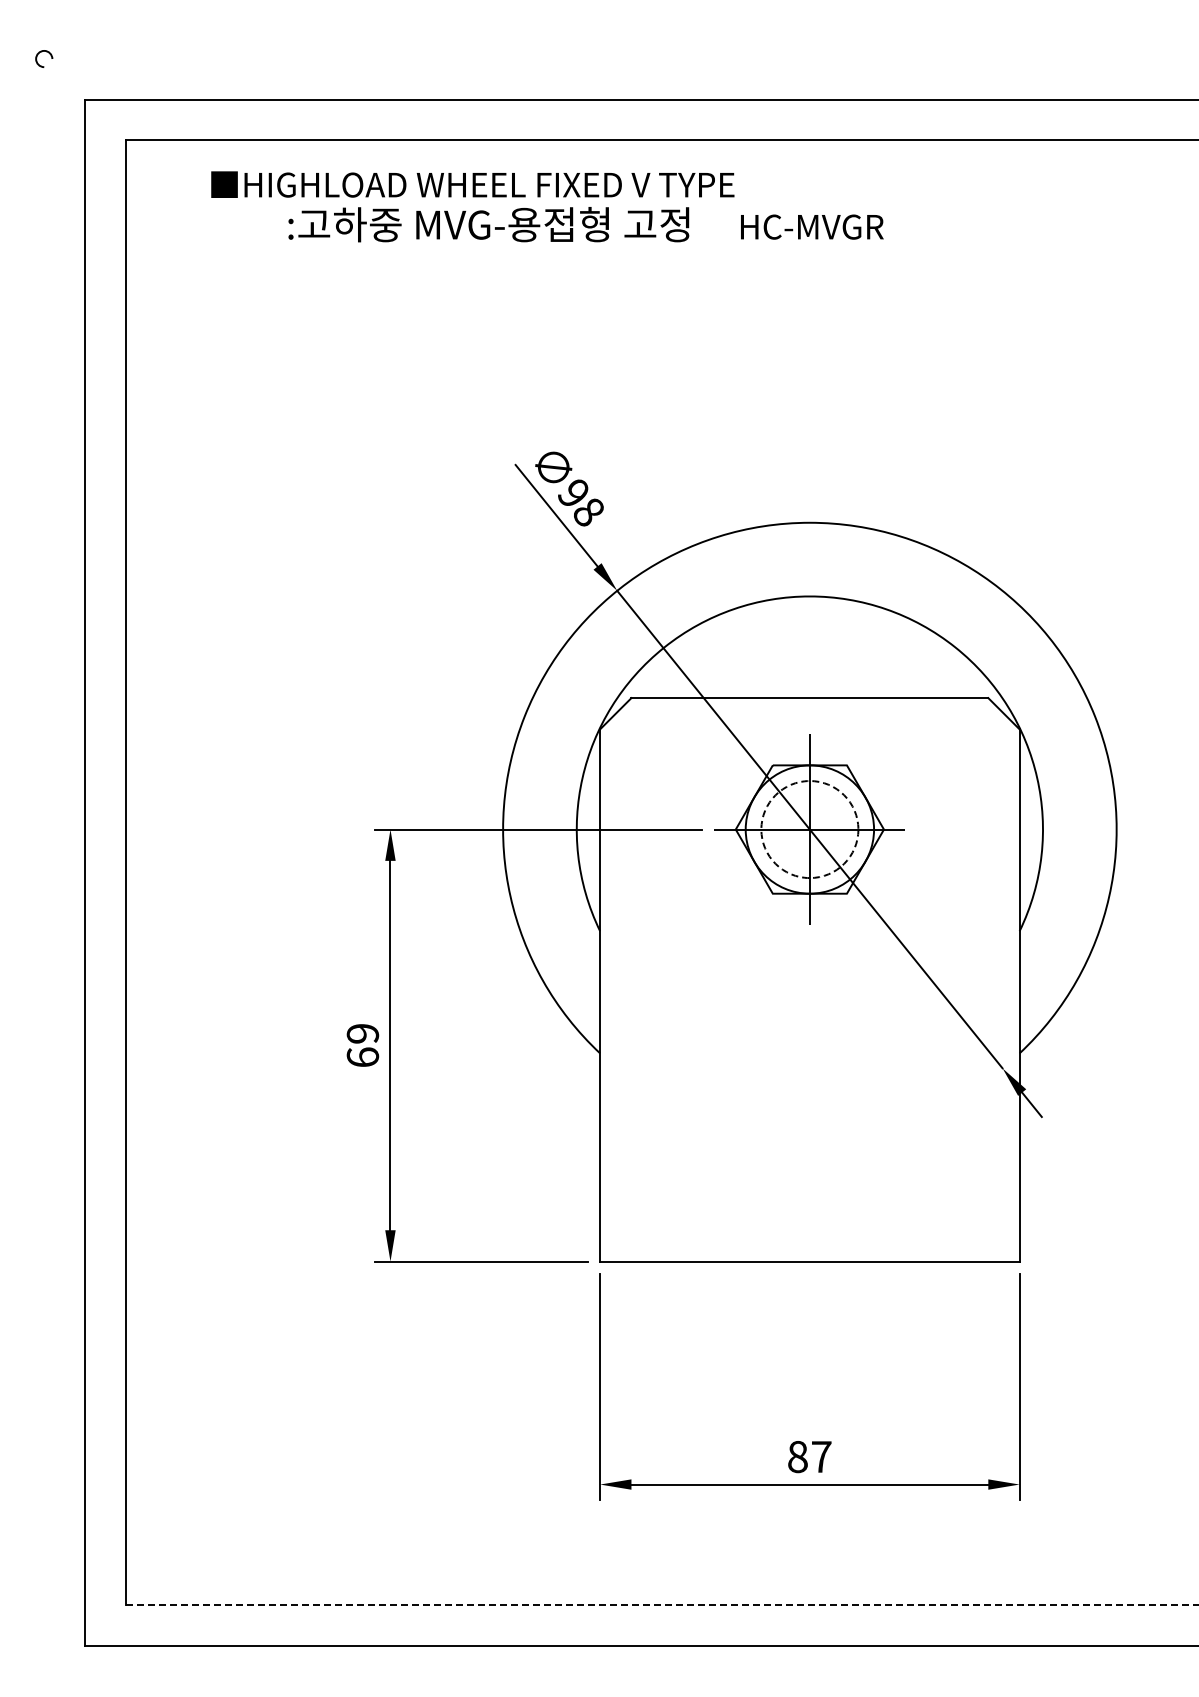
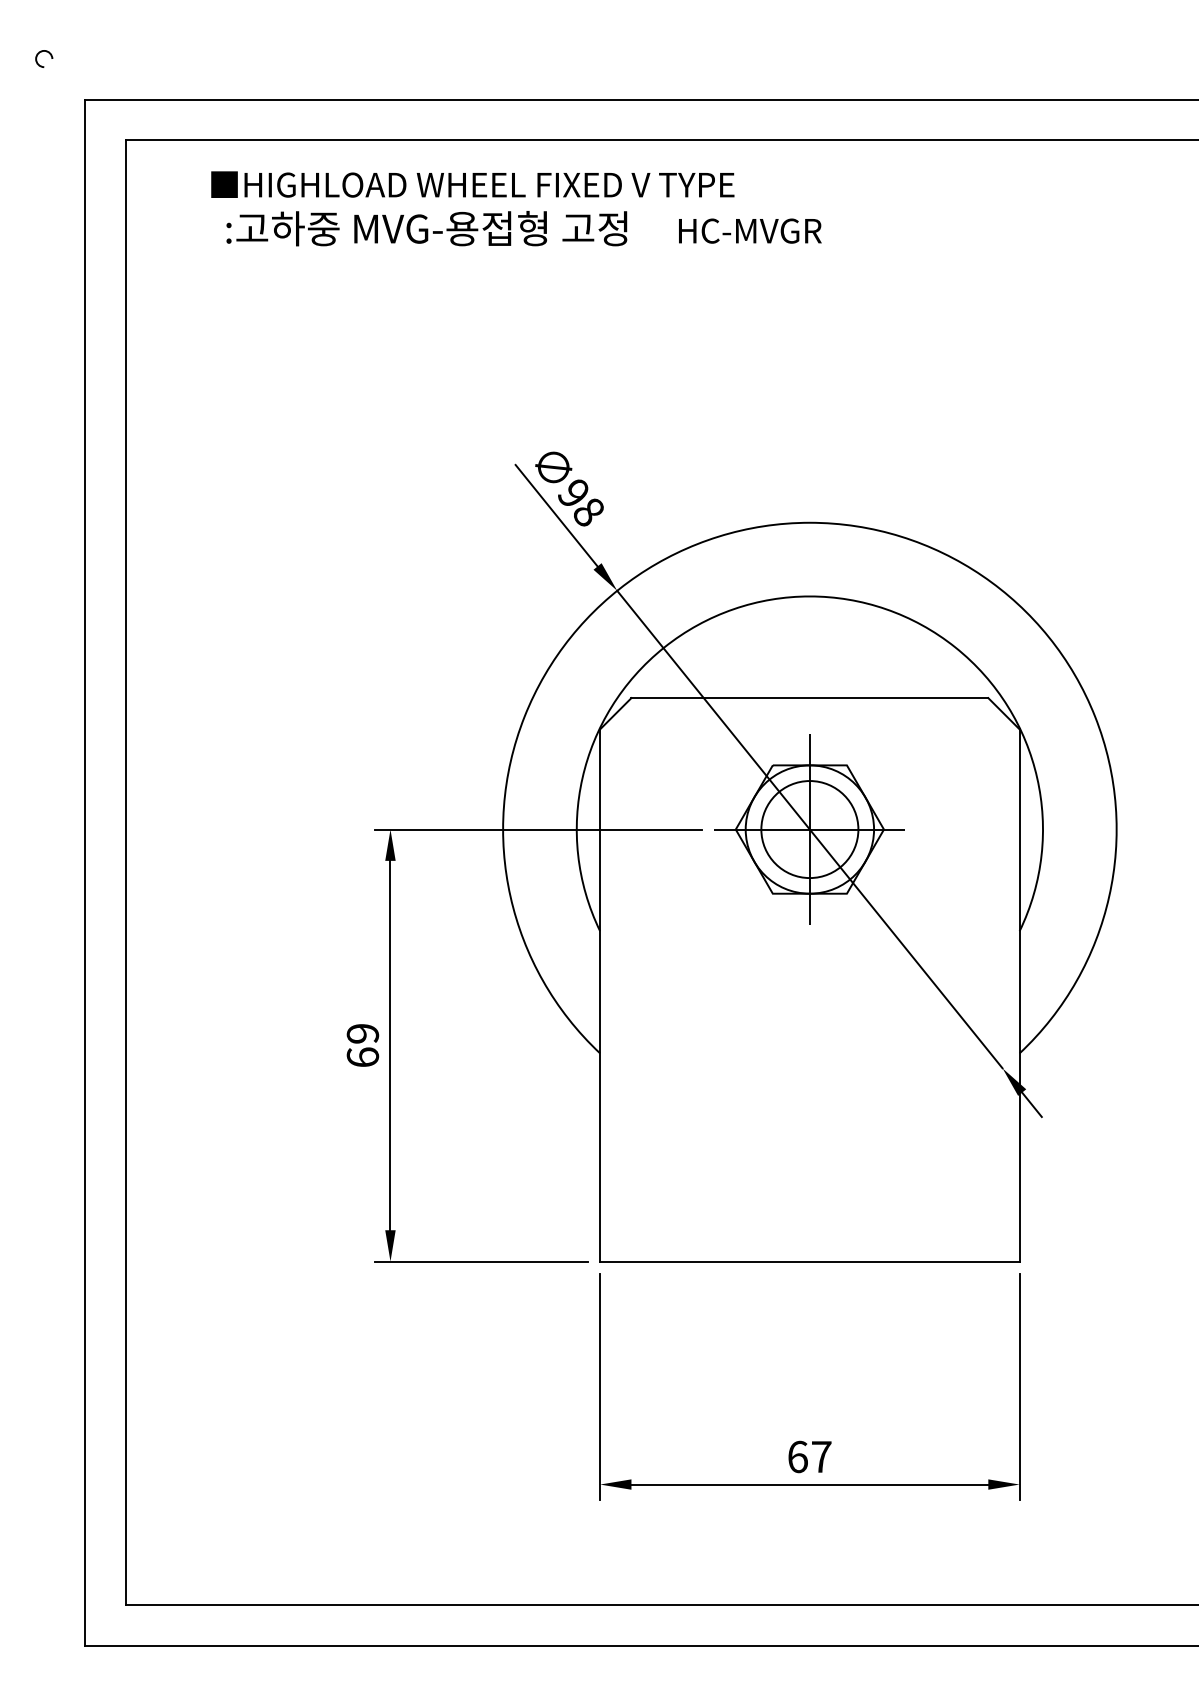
text at (585, 224) position: (585, 224) -> (523, 228)
circle at (809, 829): dashed -> solid
text at (797, 1456): 87 -> 67
line at (662, 1605): dashed -> solid
